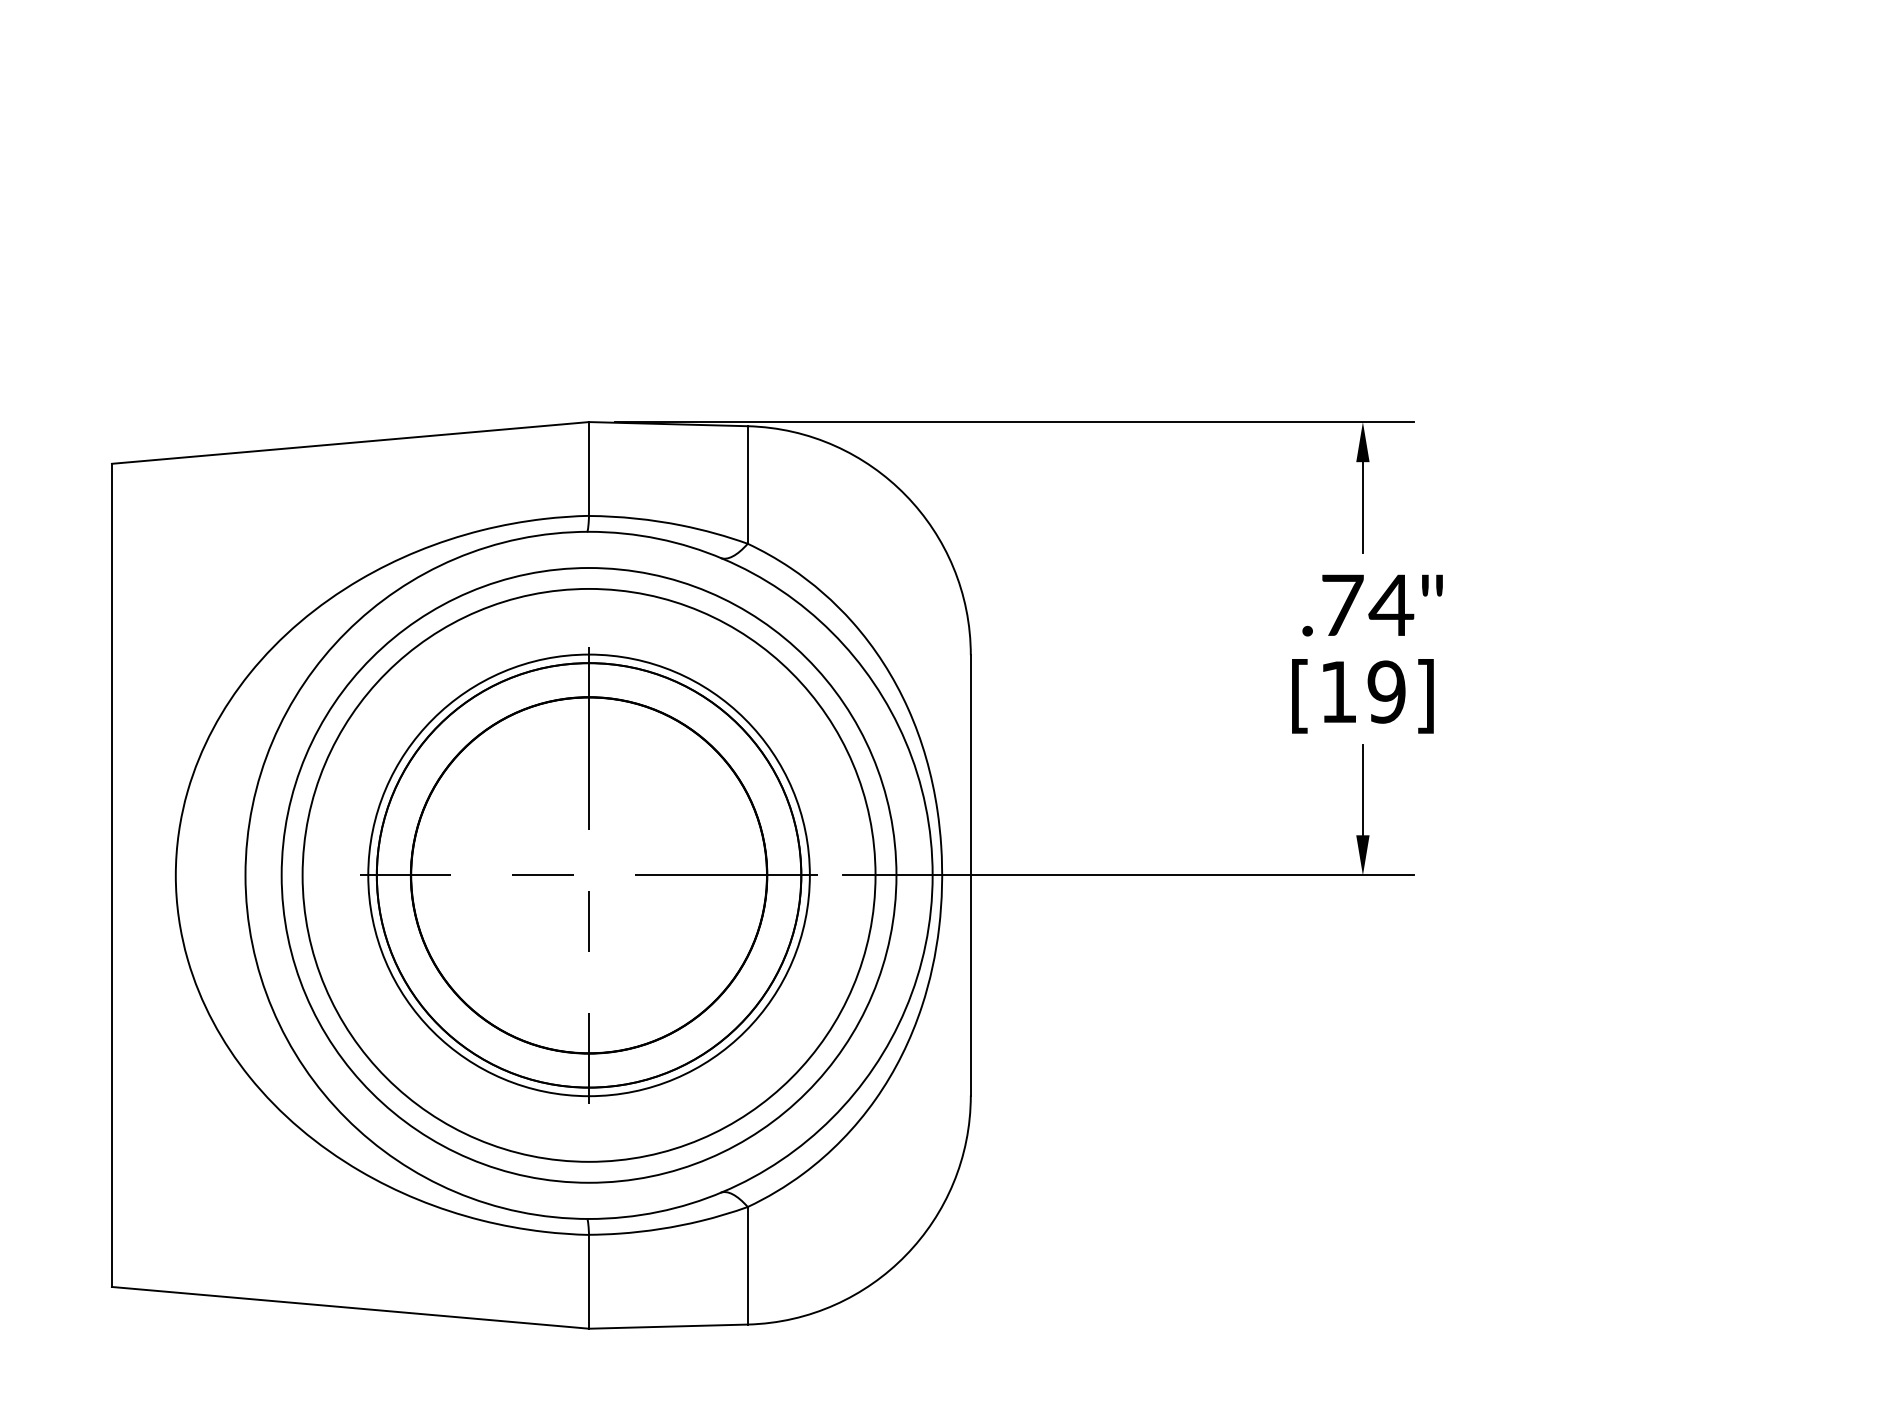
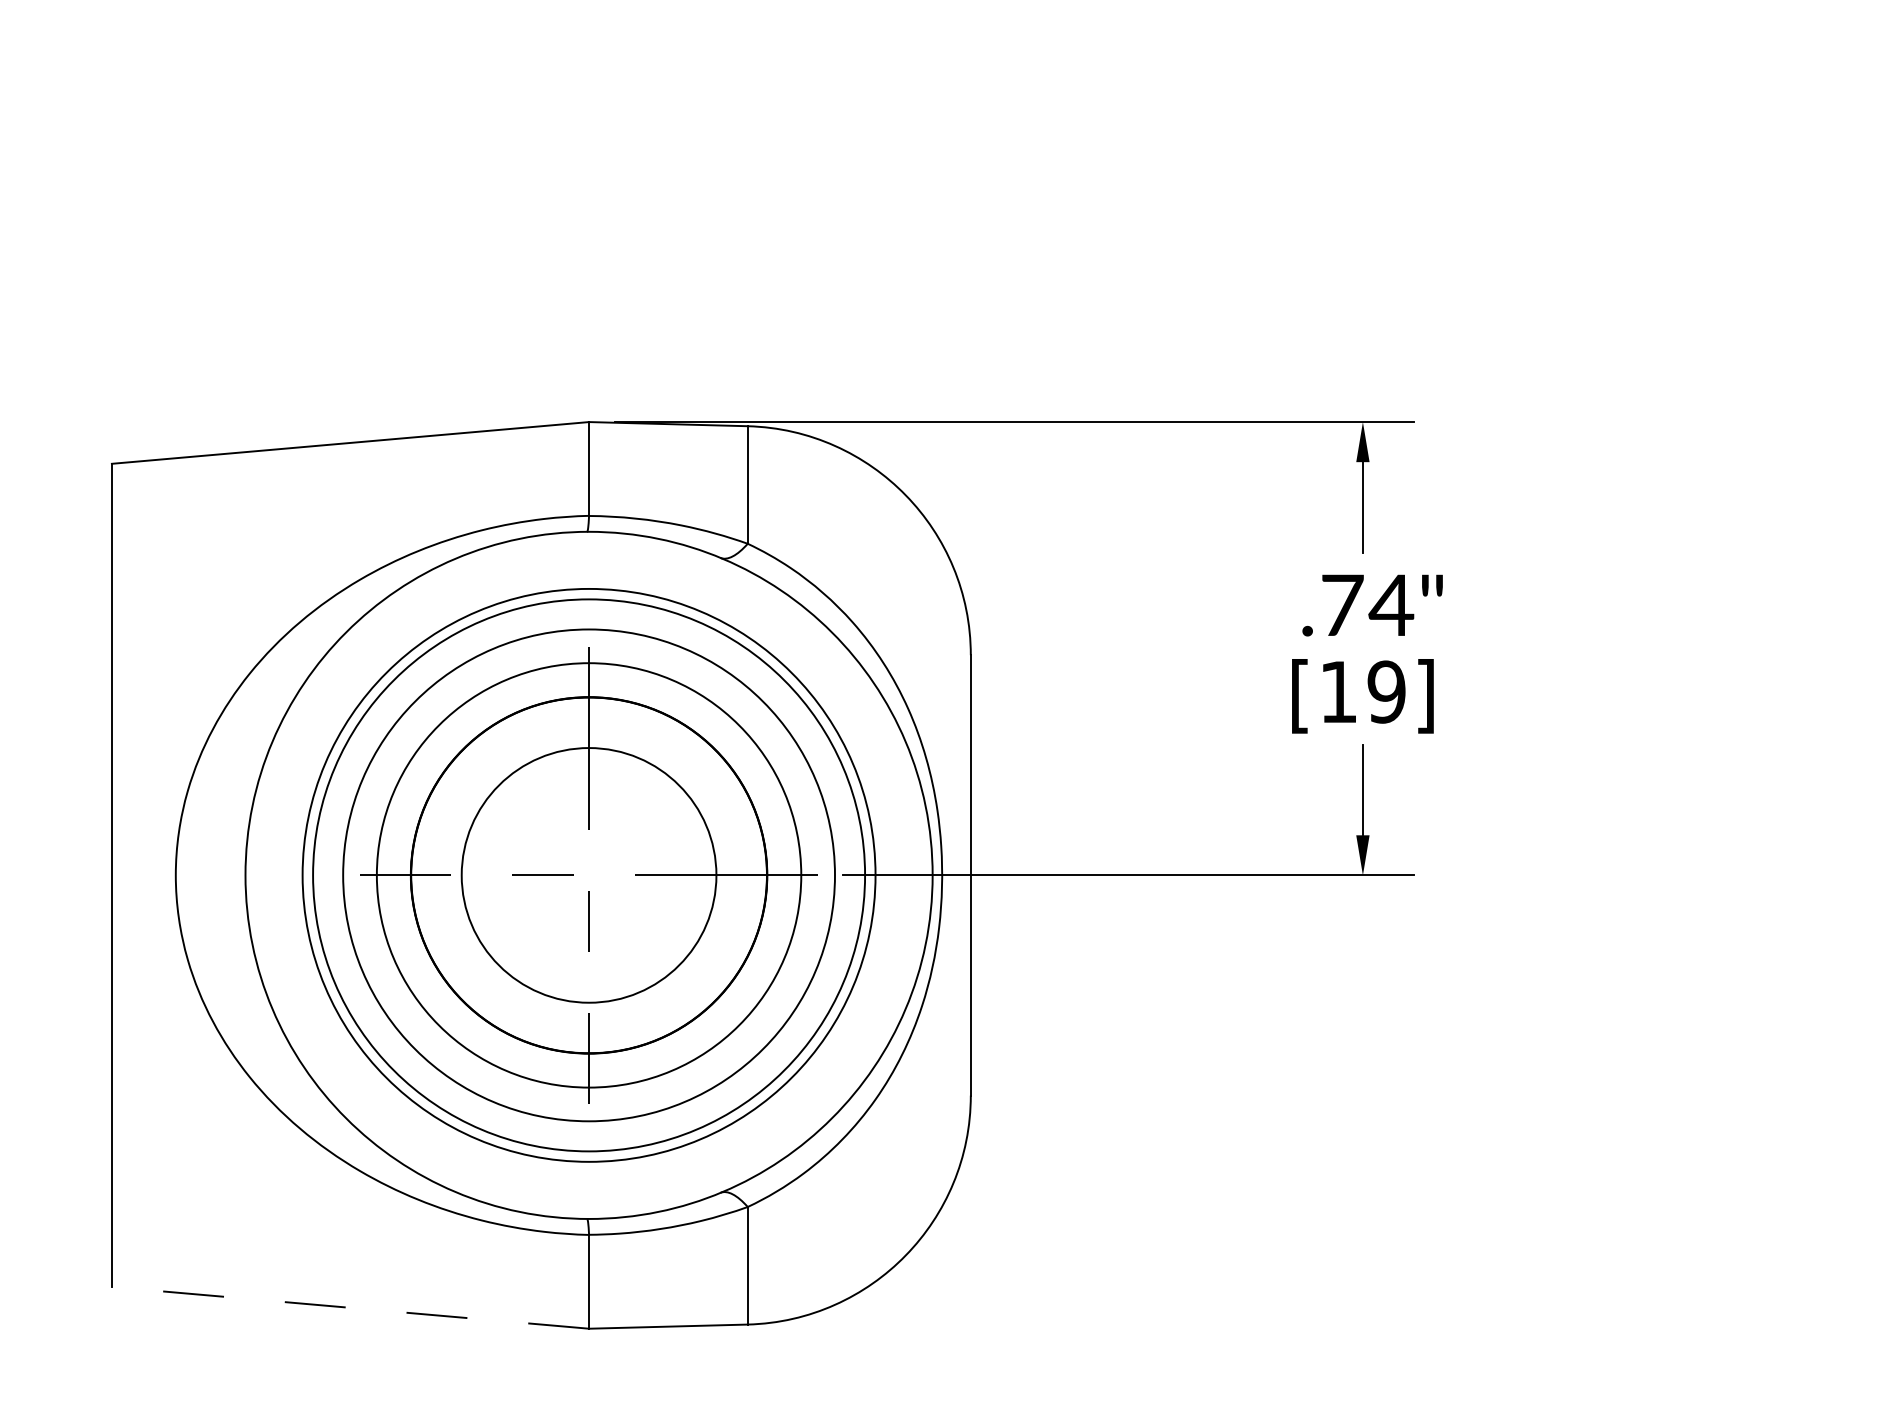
circle at (588, 875) diameter: 425 px -> 255 px
circle at (588, 875) diameter: 442 px -> 552 px
circle at (588, 875) diameter: 615 px -> 492 px
line at (350, 1307): solid -> dashed
